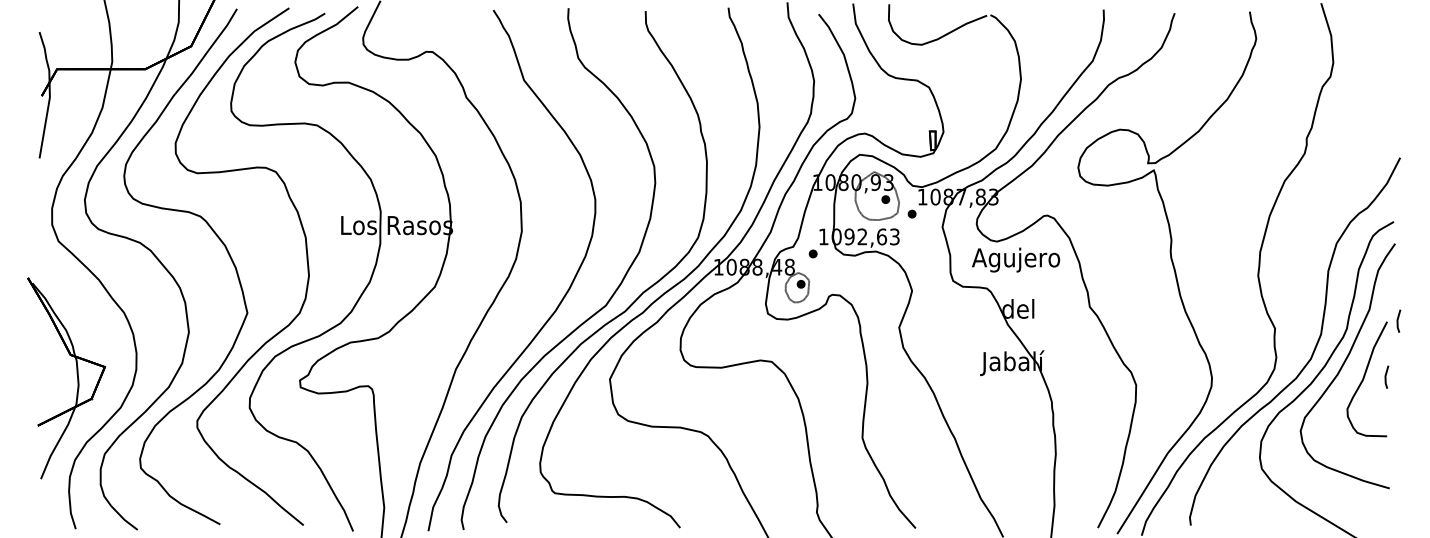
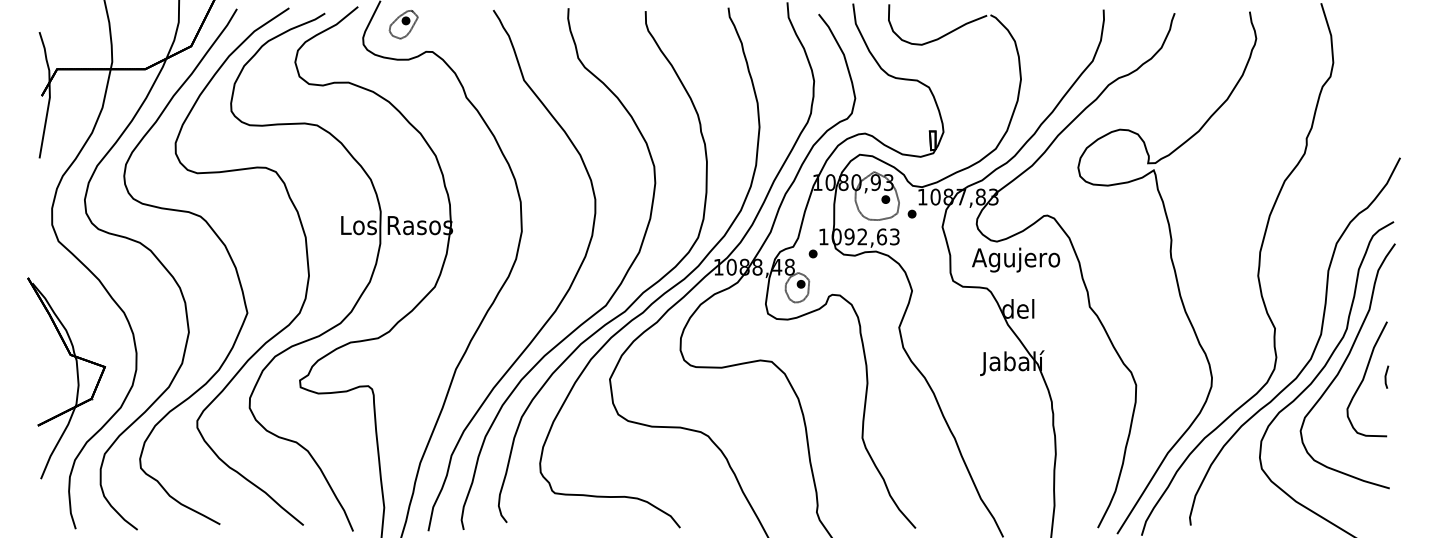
part at (403, 24): none -> present
line at (1398, 320): present -> none
